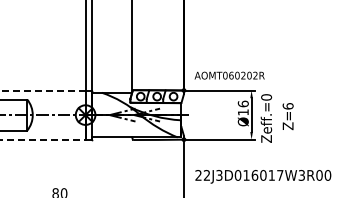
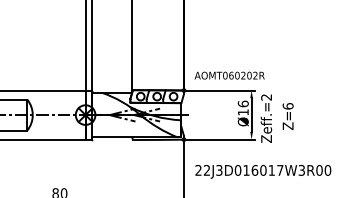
line at (42, 90): dashed -> solid
text at (266, 97): Zeff.=0 -> Zeff.=2
line at (43, 139): dashed -> solid
text at (263, 176) position: (263, 176) -> (263, 171)
